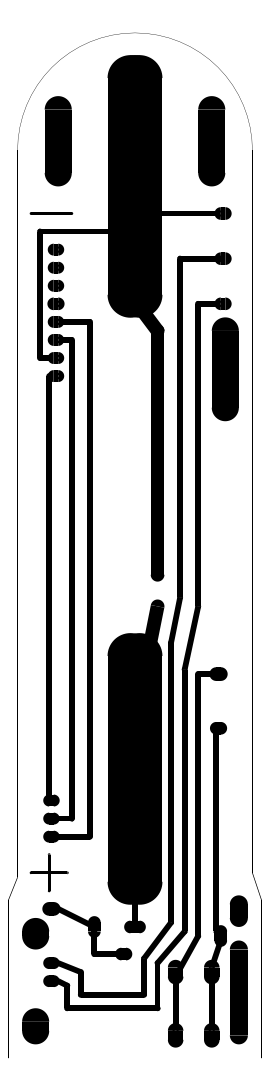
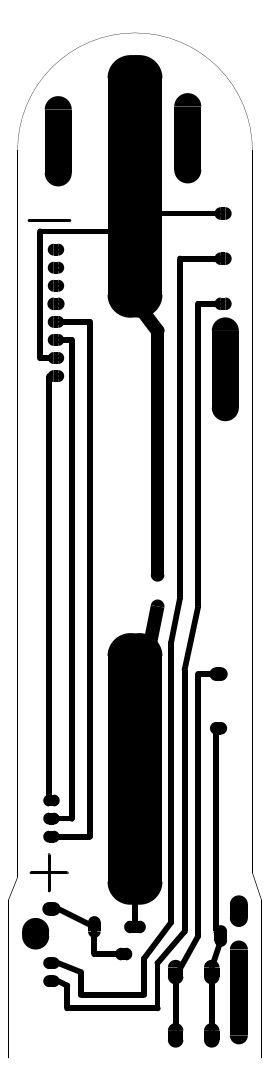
part at (211, 141) position: (211, 141) -> (187, 138)
line at (51, 213) position: (51, 213) -> (49, 220)
part at (35, 1026): present -> none
